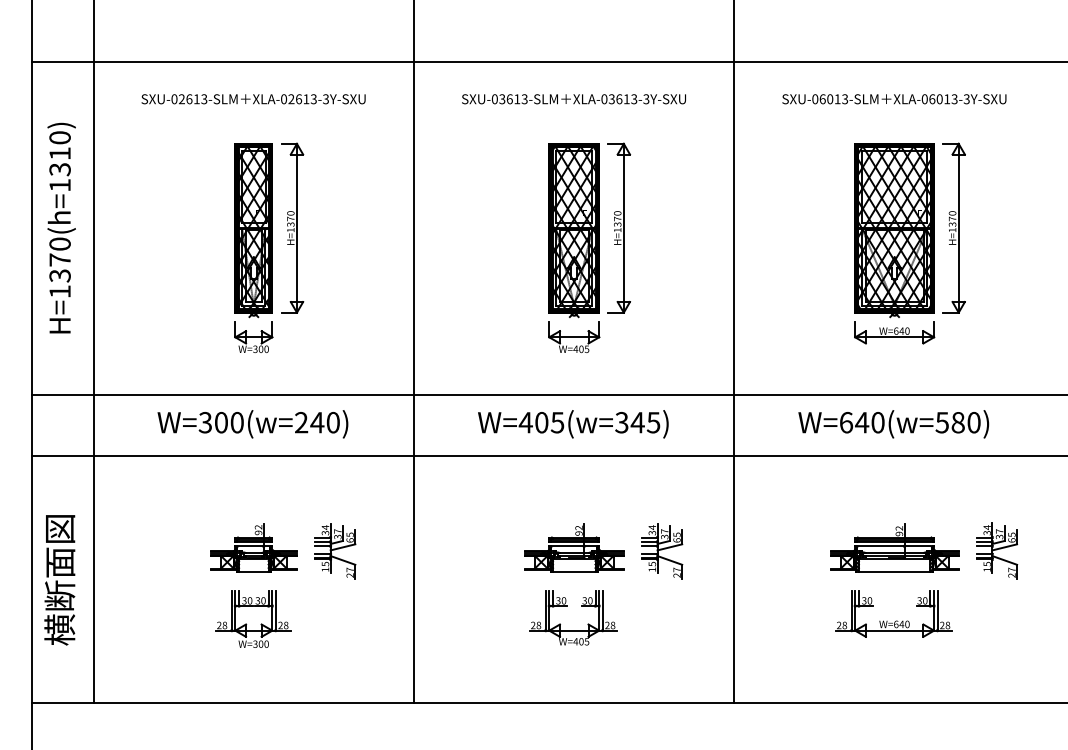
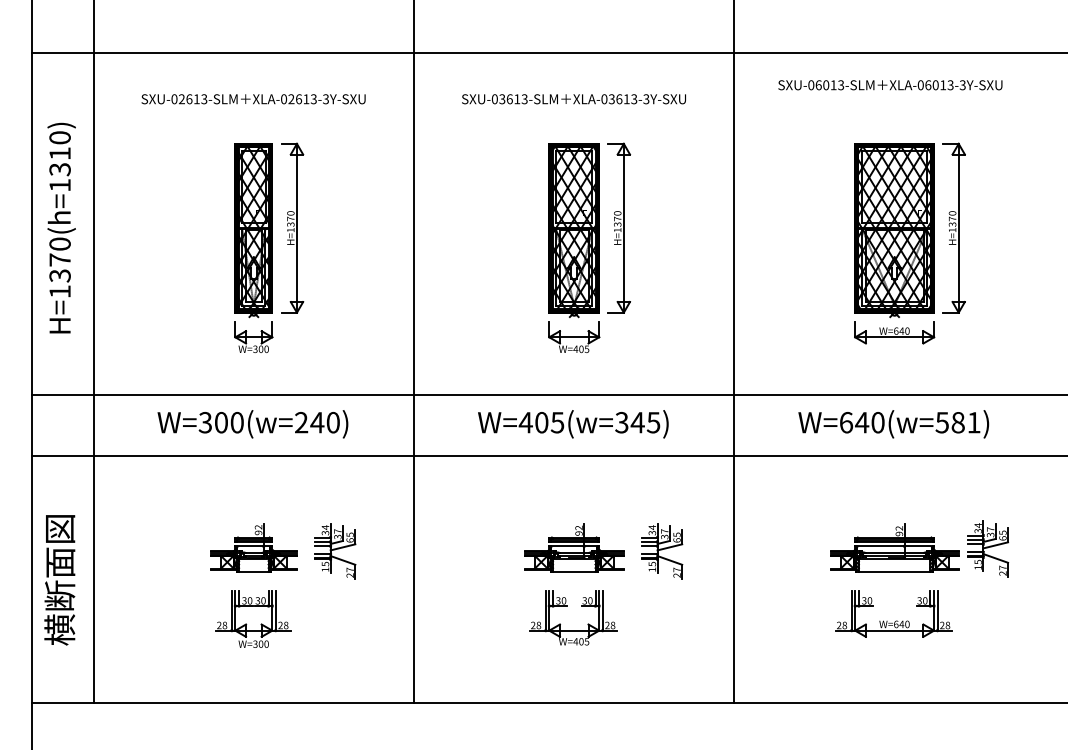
line at (548, 61) position: (548, 61) -> (548, 52)
text at (894, 99) position: (894, 99) -> (890, 85)
text at (973, 422): W=640(w=580) -> W=640(w=581)
part at (997, 550) position: (997, 550) -> (988, 548)
